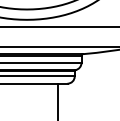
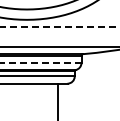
line at (59, 26): solid -> dashed
line at (40, 62): solid -> dashed
